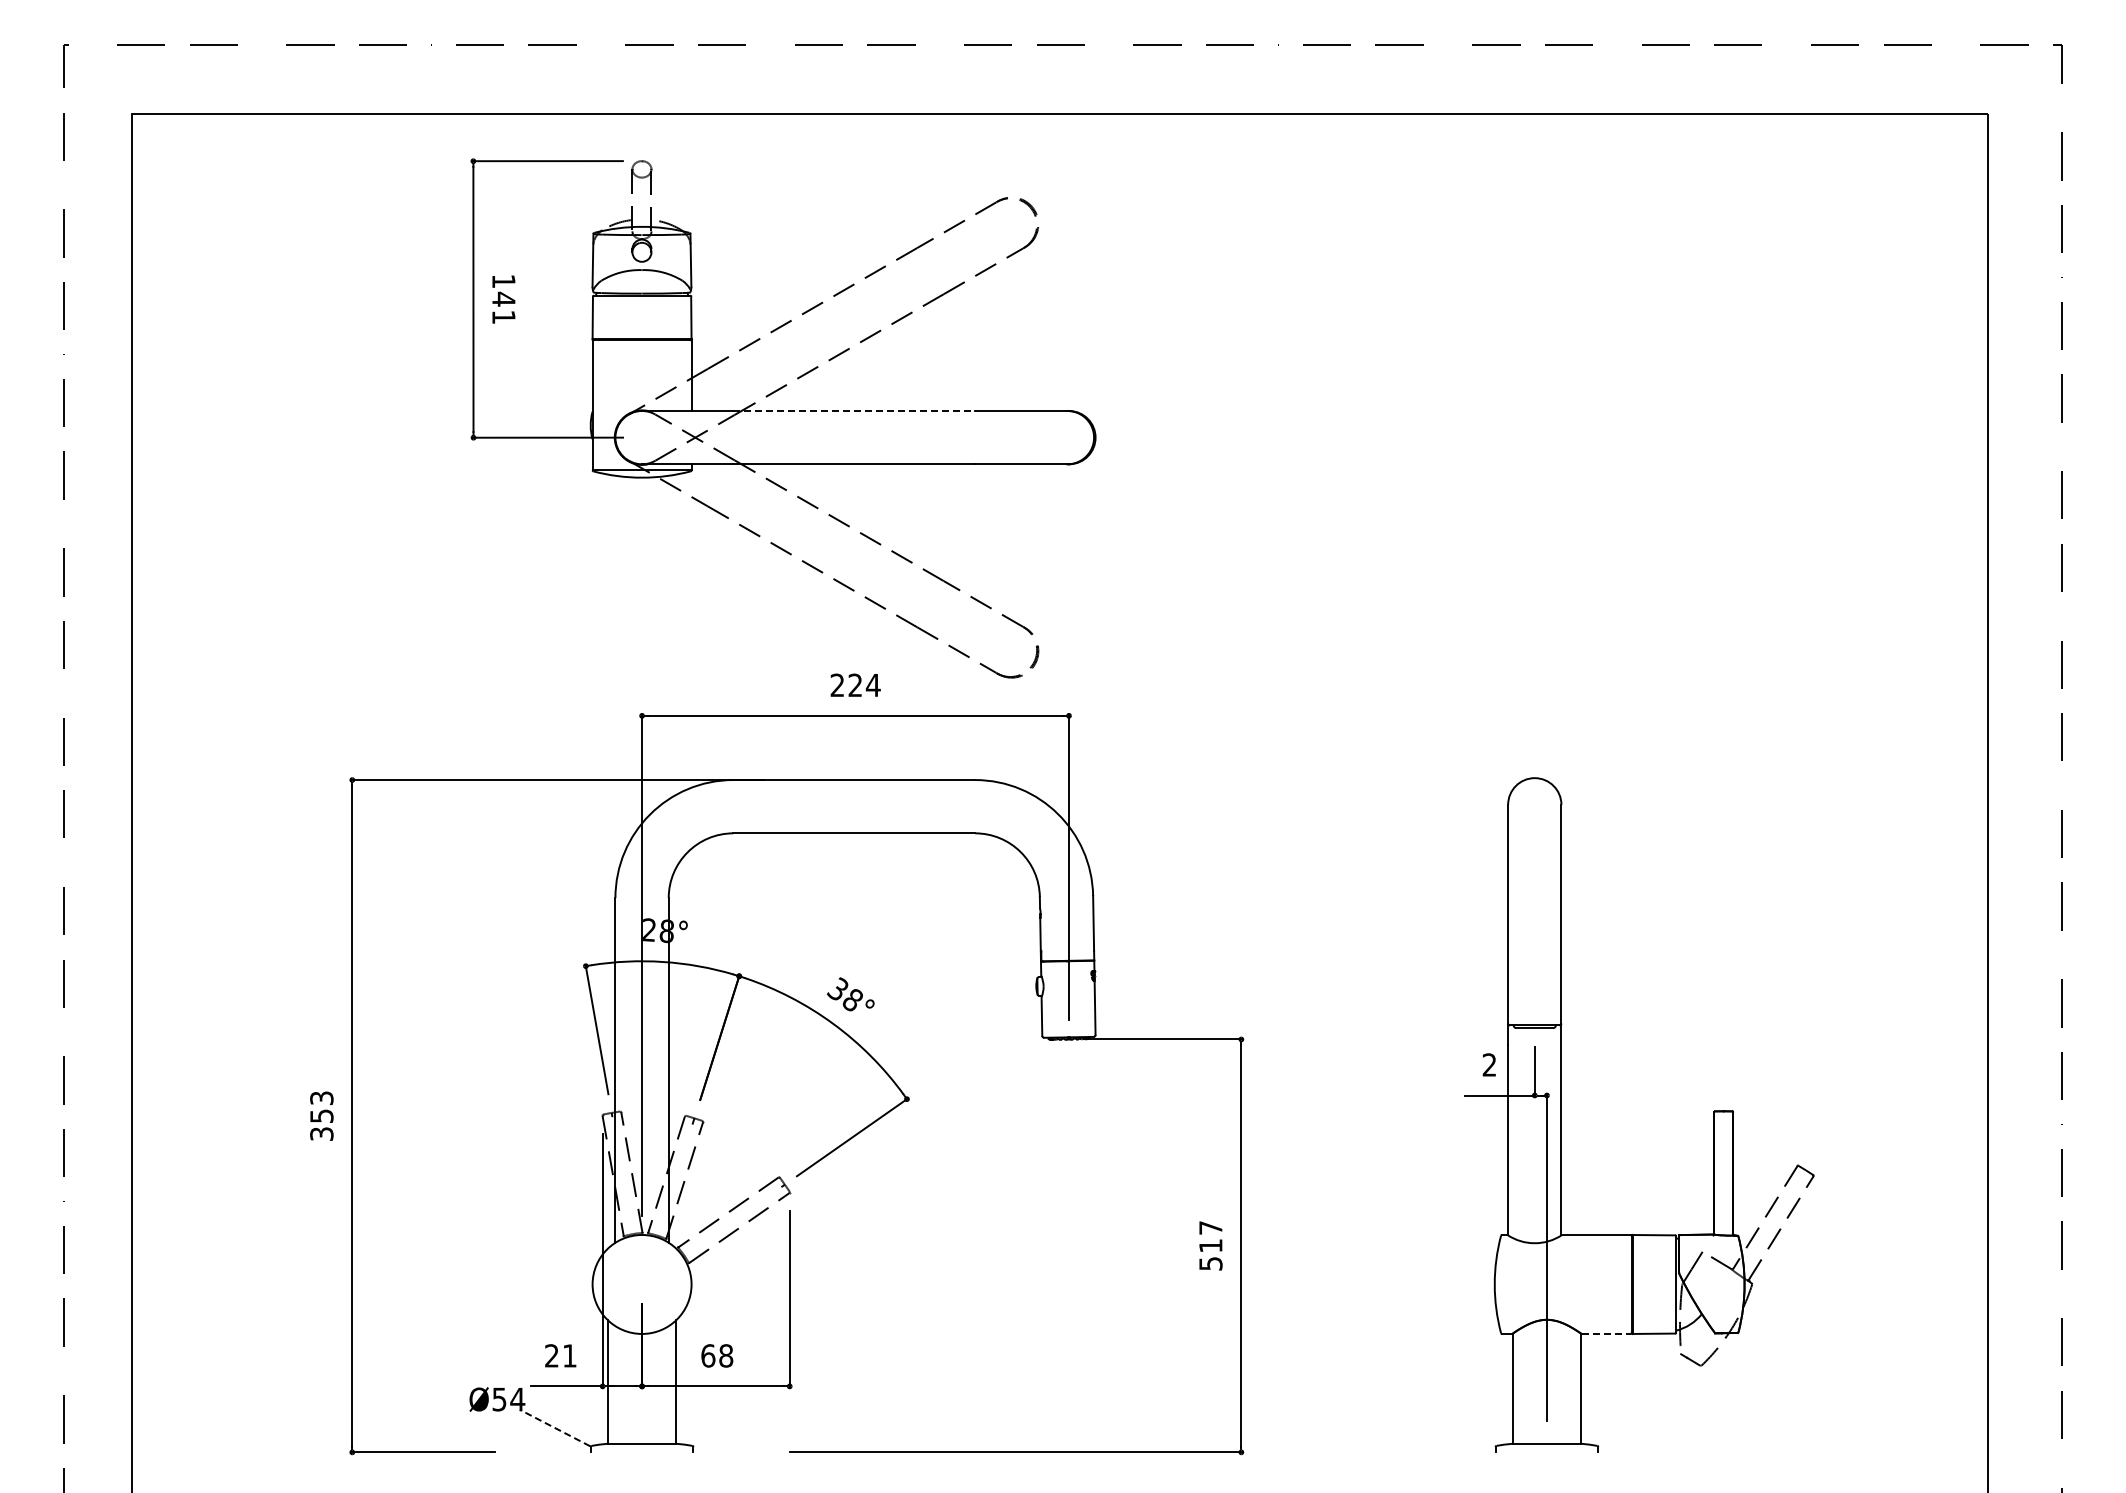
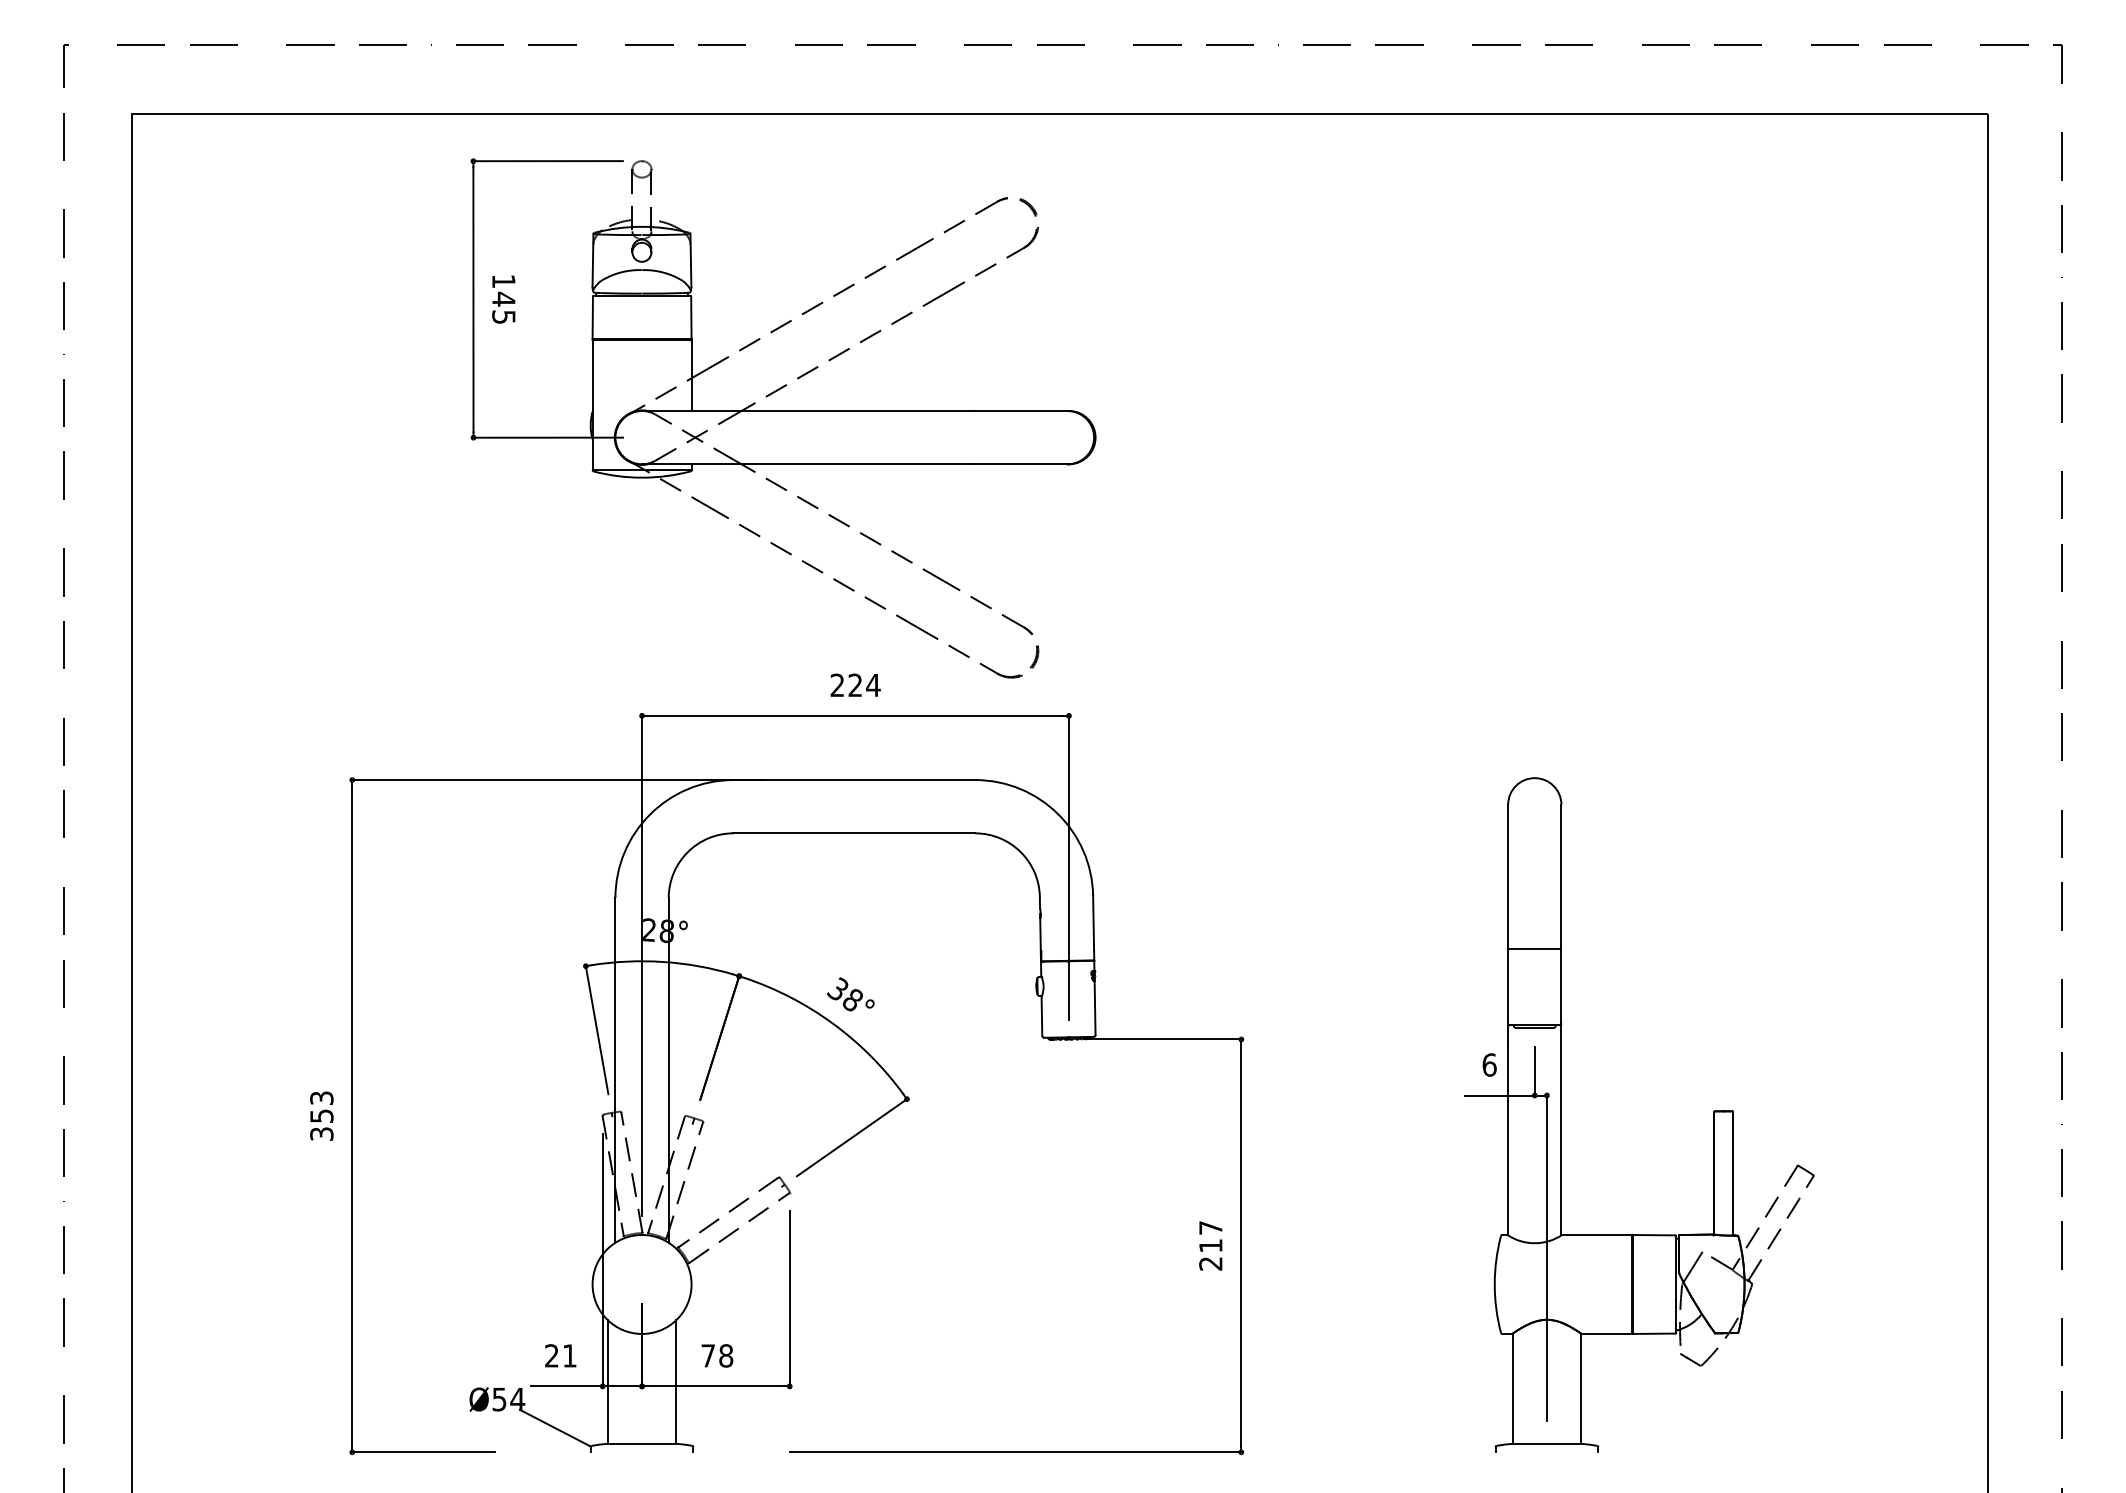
text at (503, 316): 141 -> 145
line at (854, 411): dashed -> solid
line at (1534, 948): none -> present
text at (1489, 1064): 2 -> 6
text at (1210, 1263): 517 -> 217
line at (1606, 1333): dashed -> solid
text at (708, 1355): 68 -> 78
line at (555, 1428): dashed -> solid
